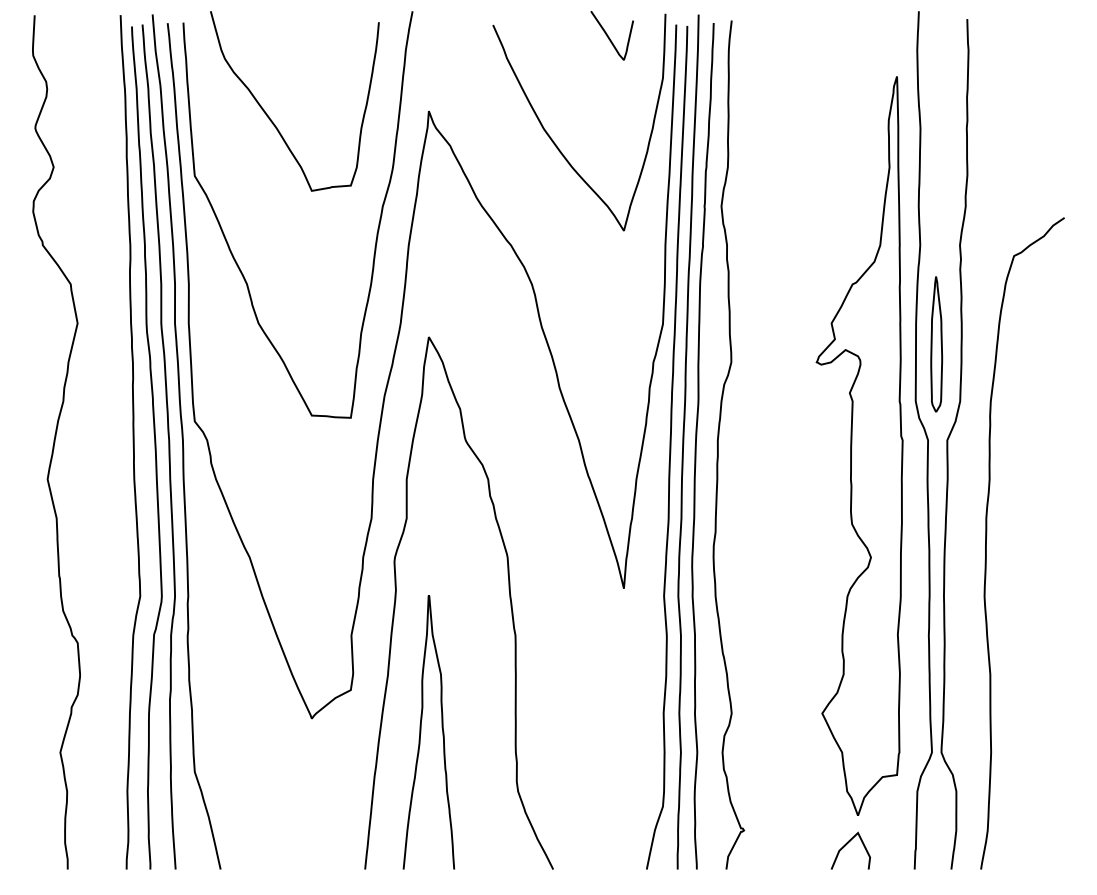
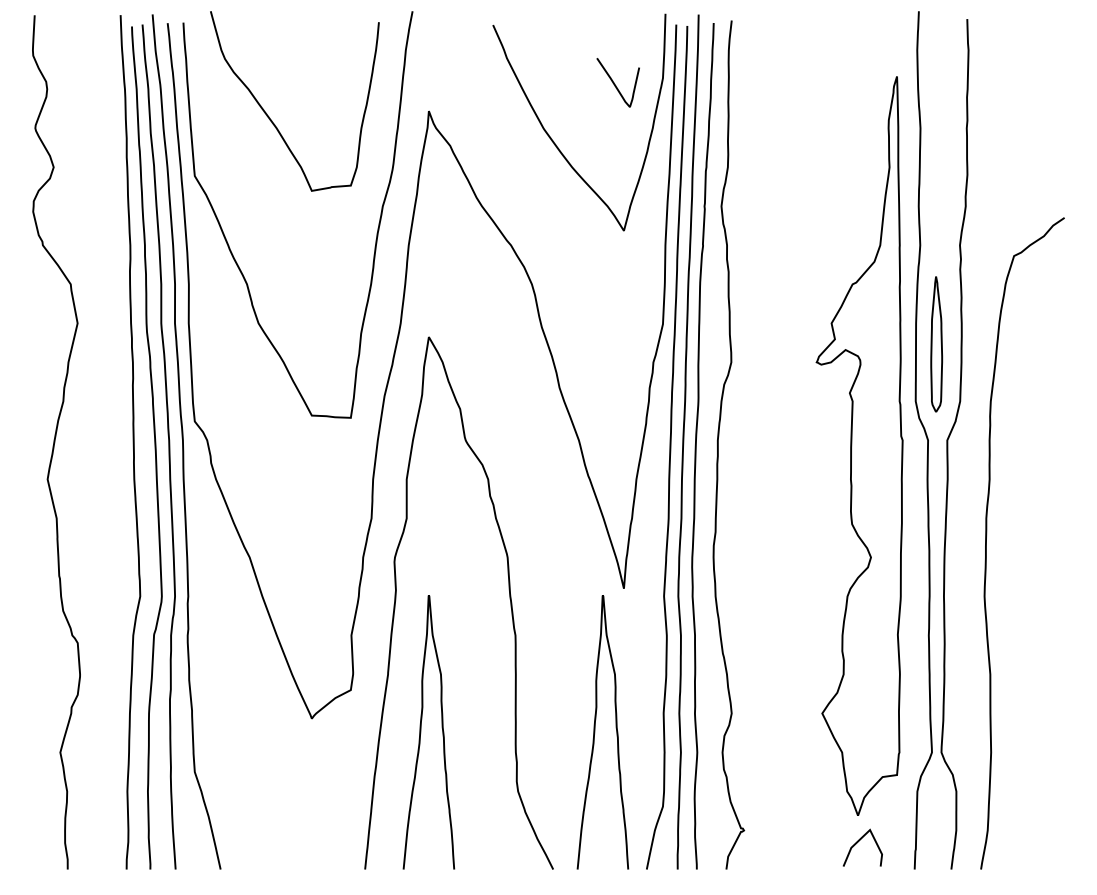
curve at (609, 37) position: (609, 37) -> (615, 84)
curve at (595, 732): none -> present
line at (846, 845) position: (846, 845) -> (858, 842)
